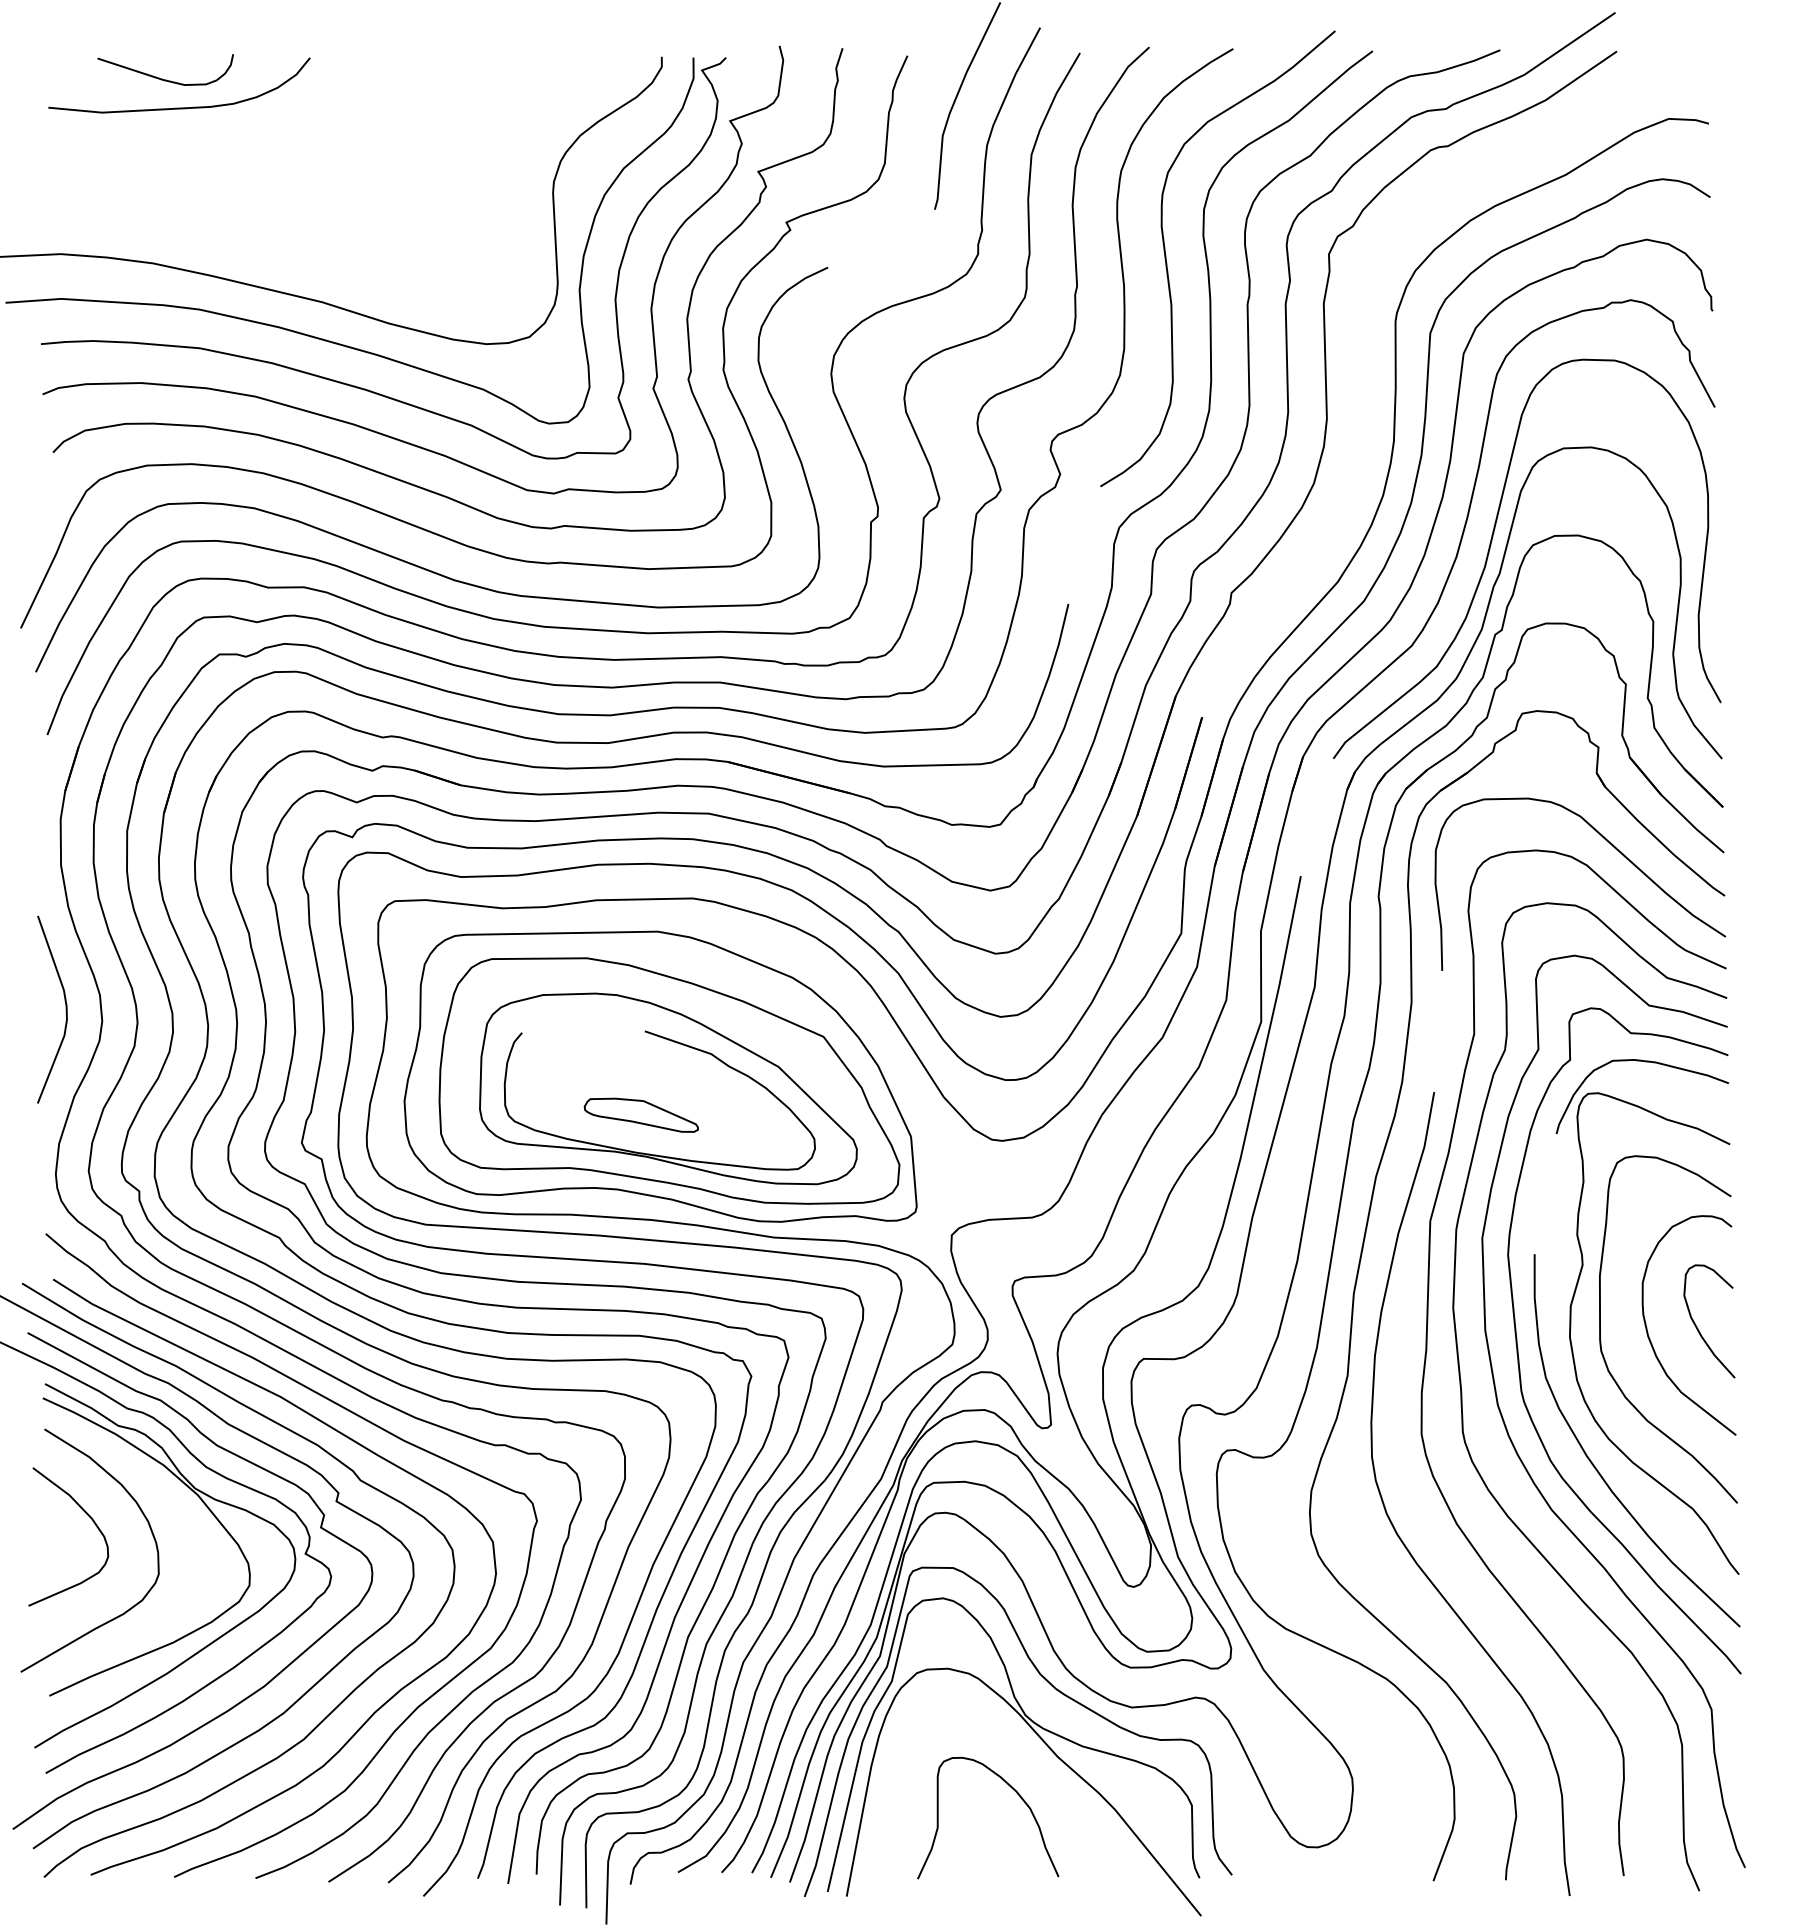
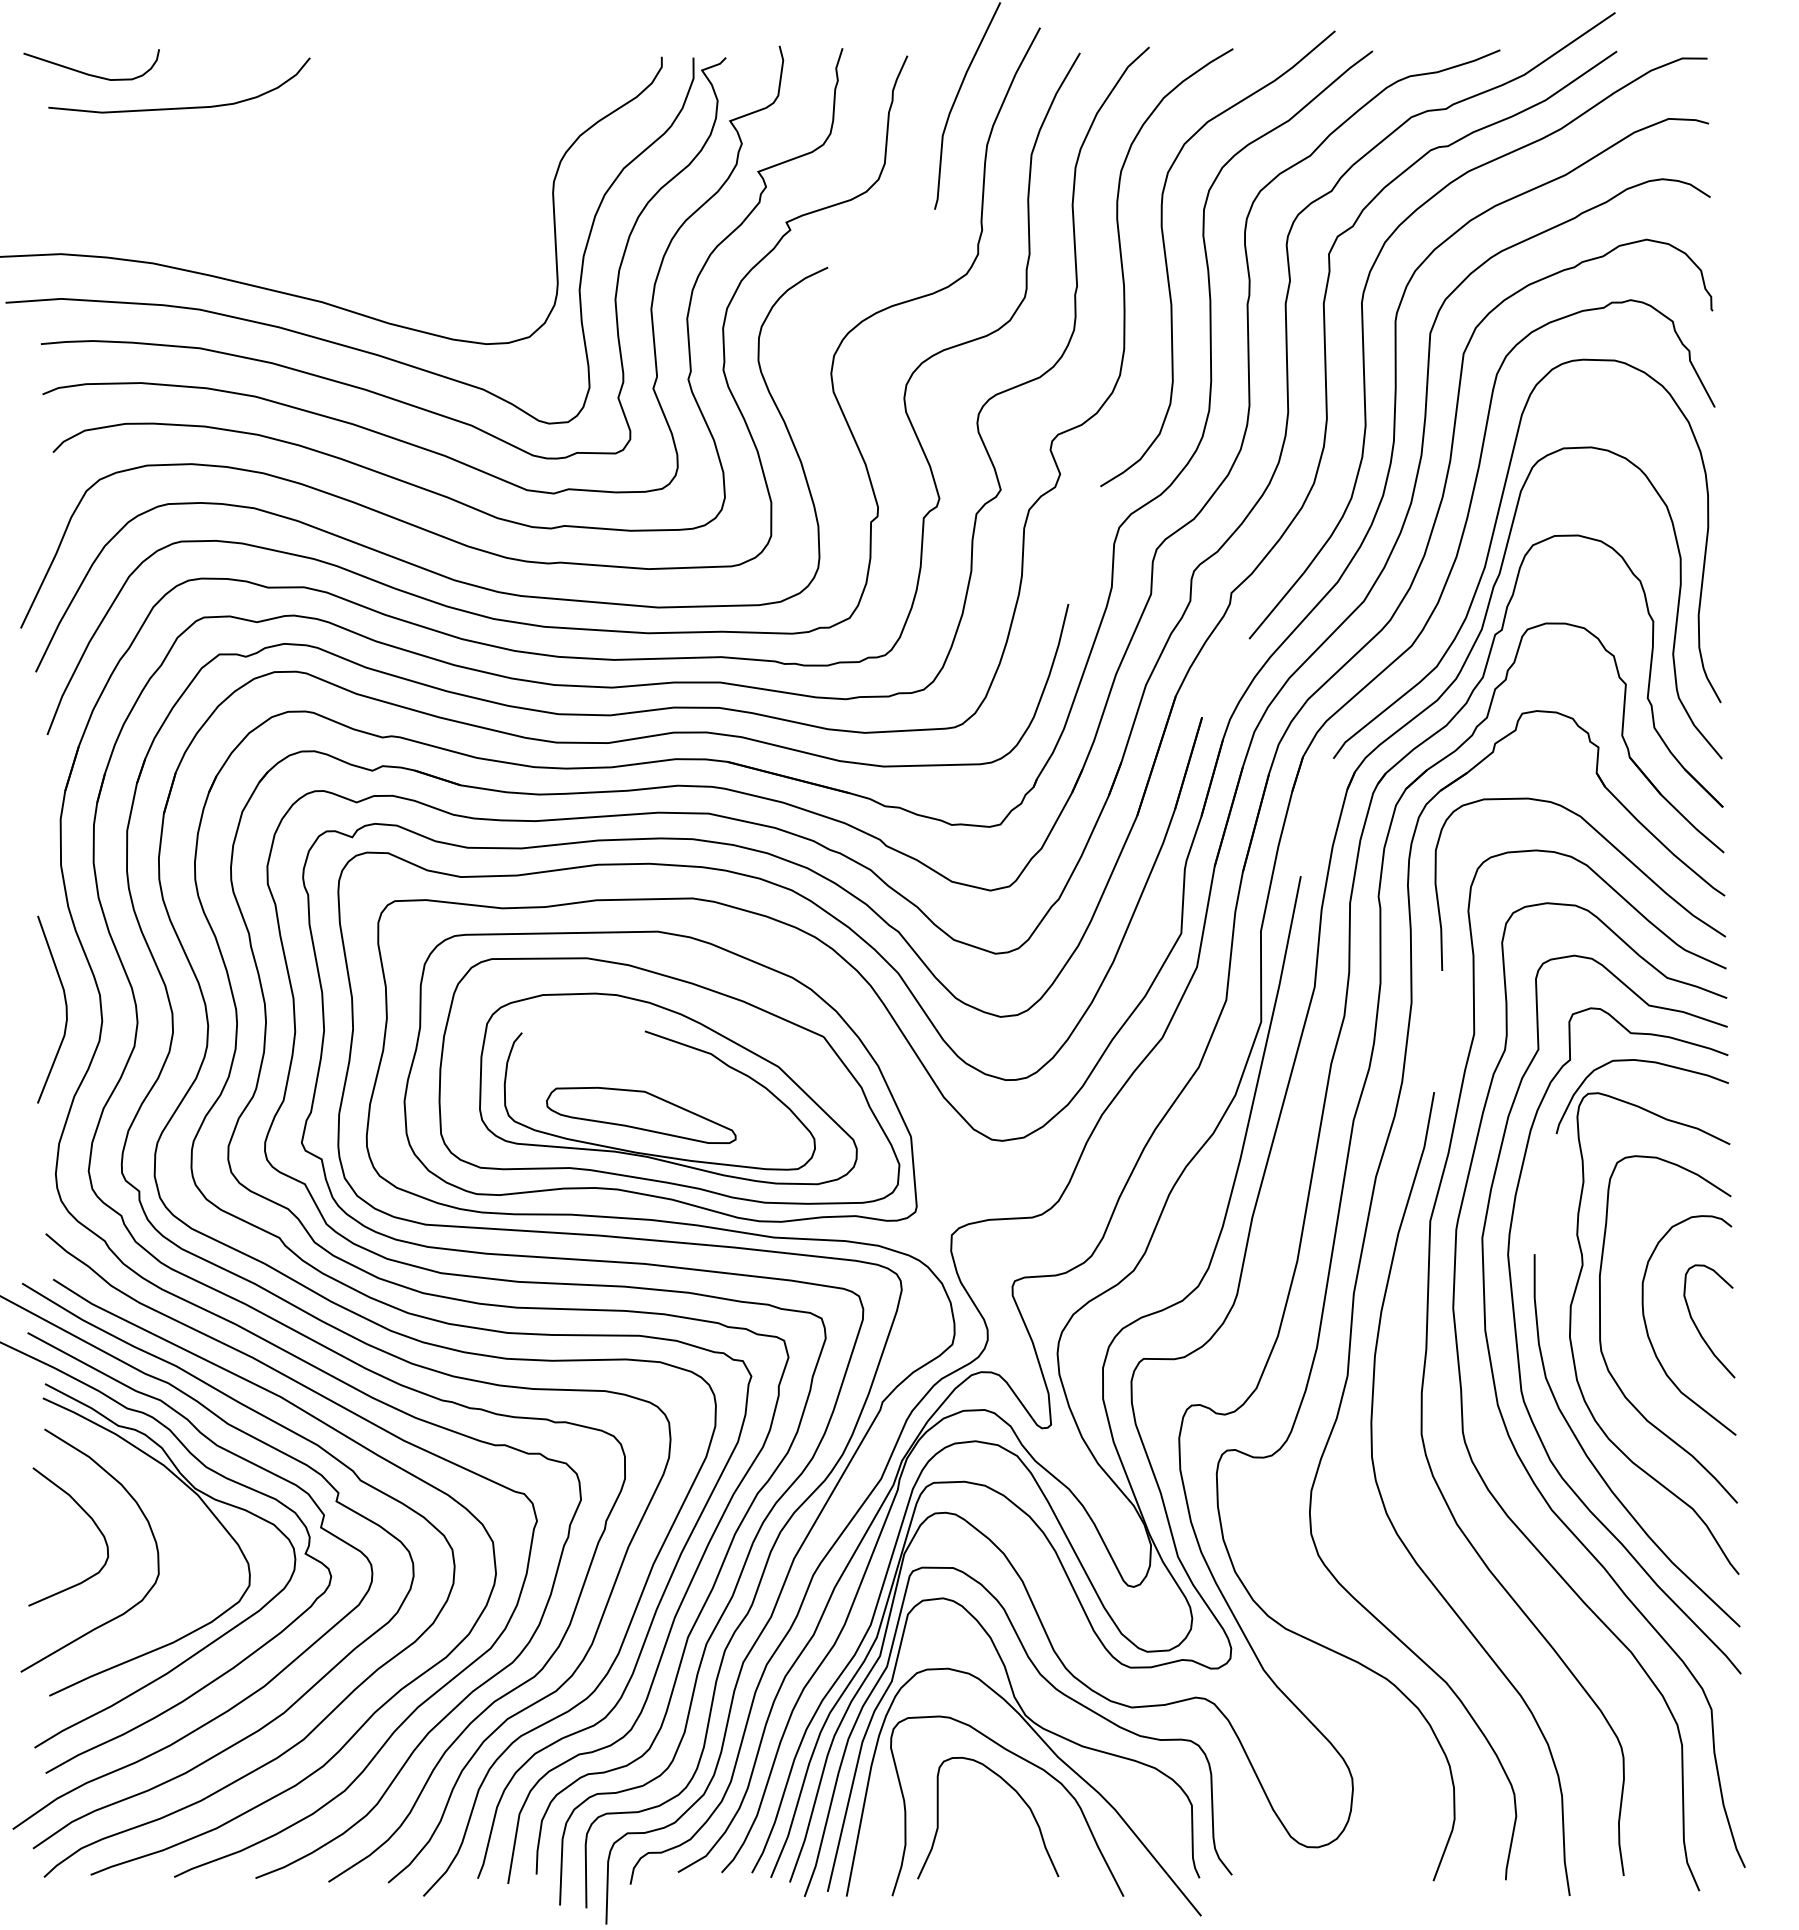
curve at (162, 78) position: (162, 78) -> (88, 73)
part at (1364, 348): none -> present
part at (640, 1114) size: 116x36 px -> 191x58 px
curve at (1029, 1763): none -> present
